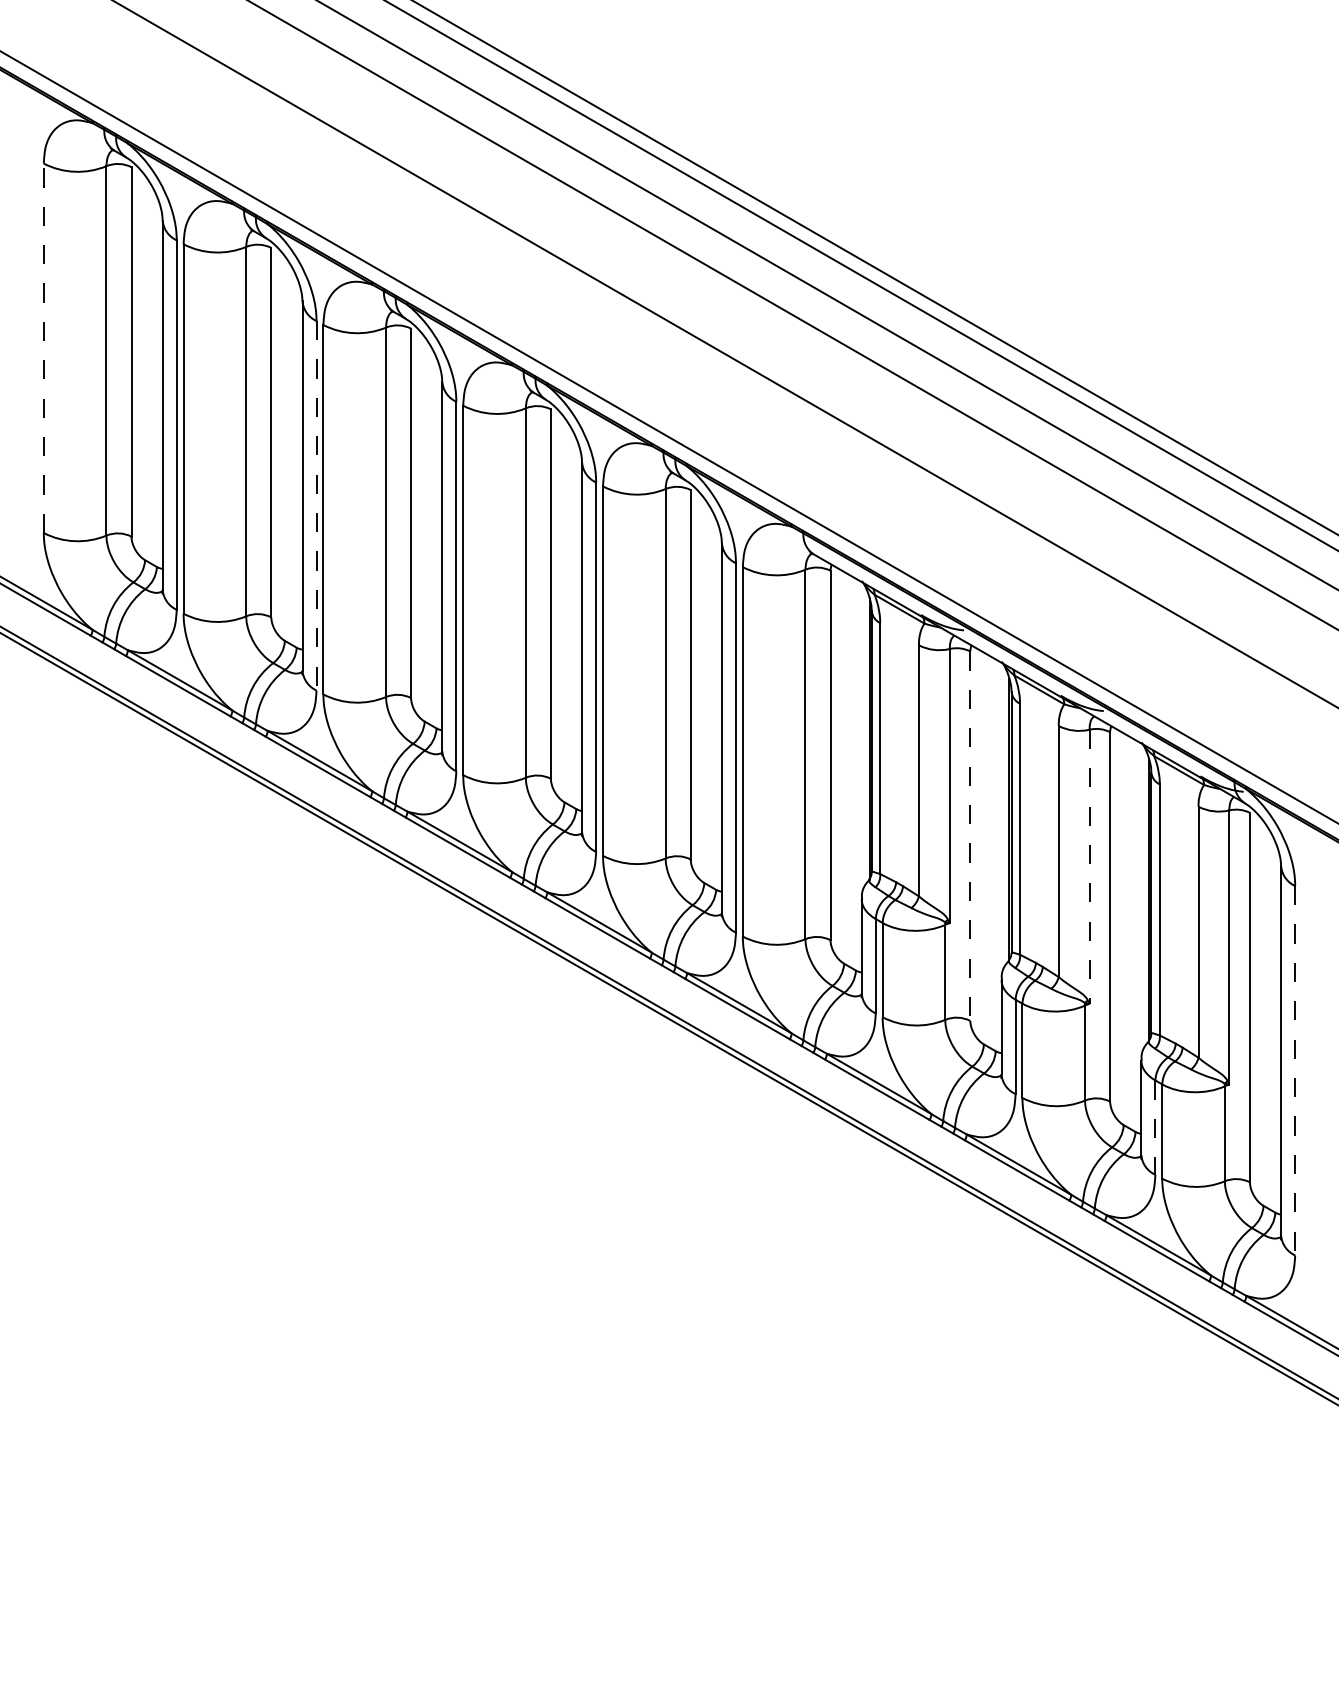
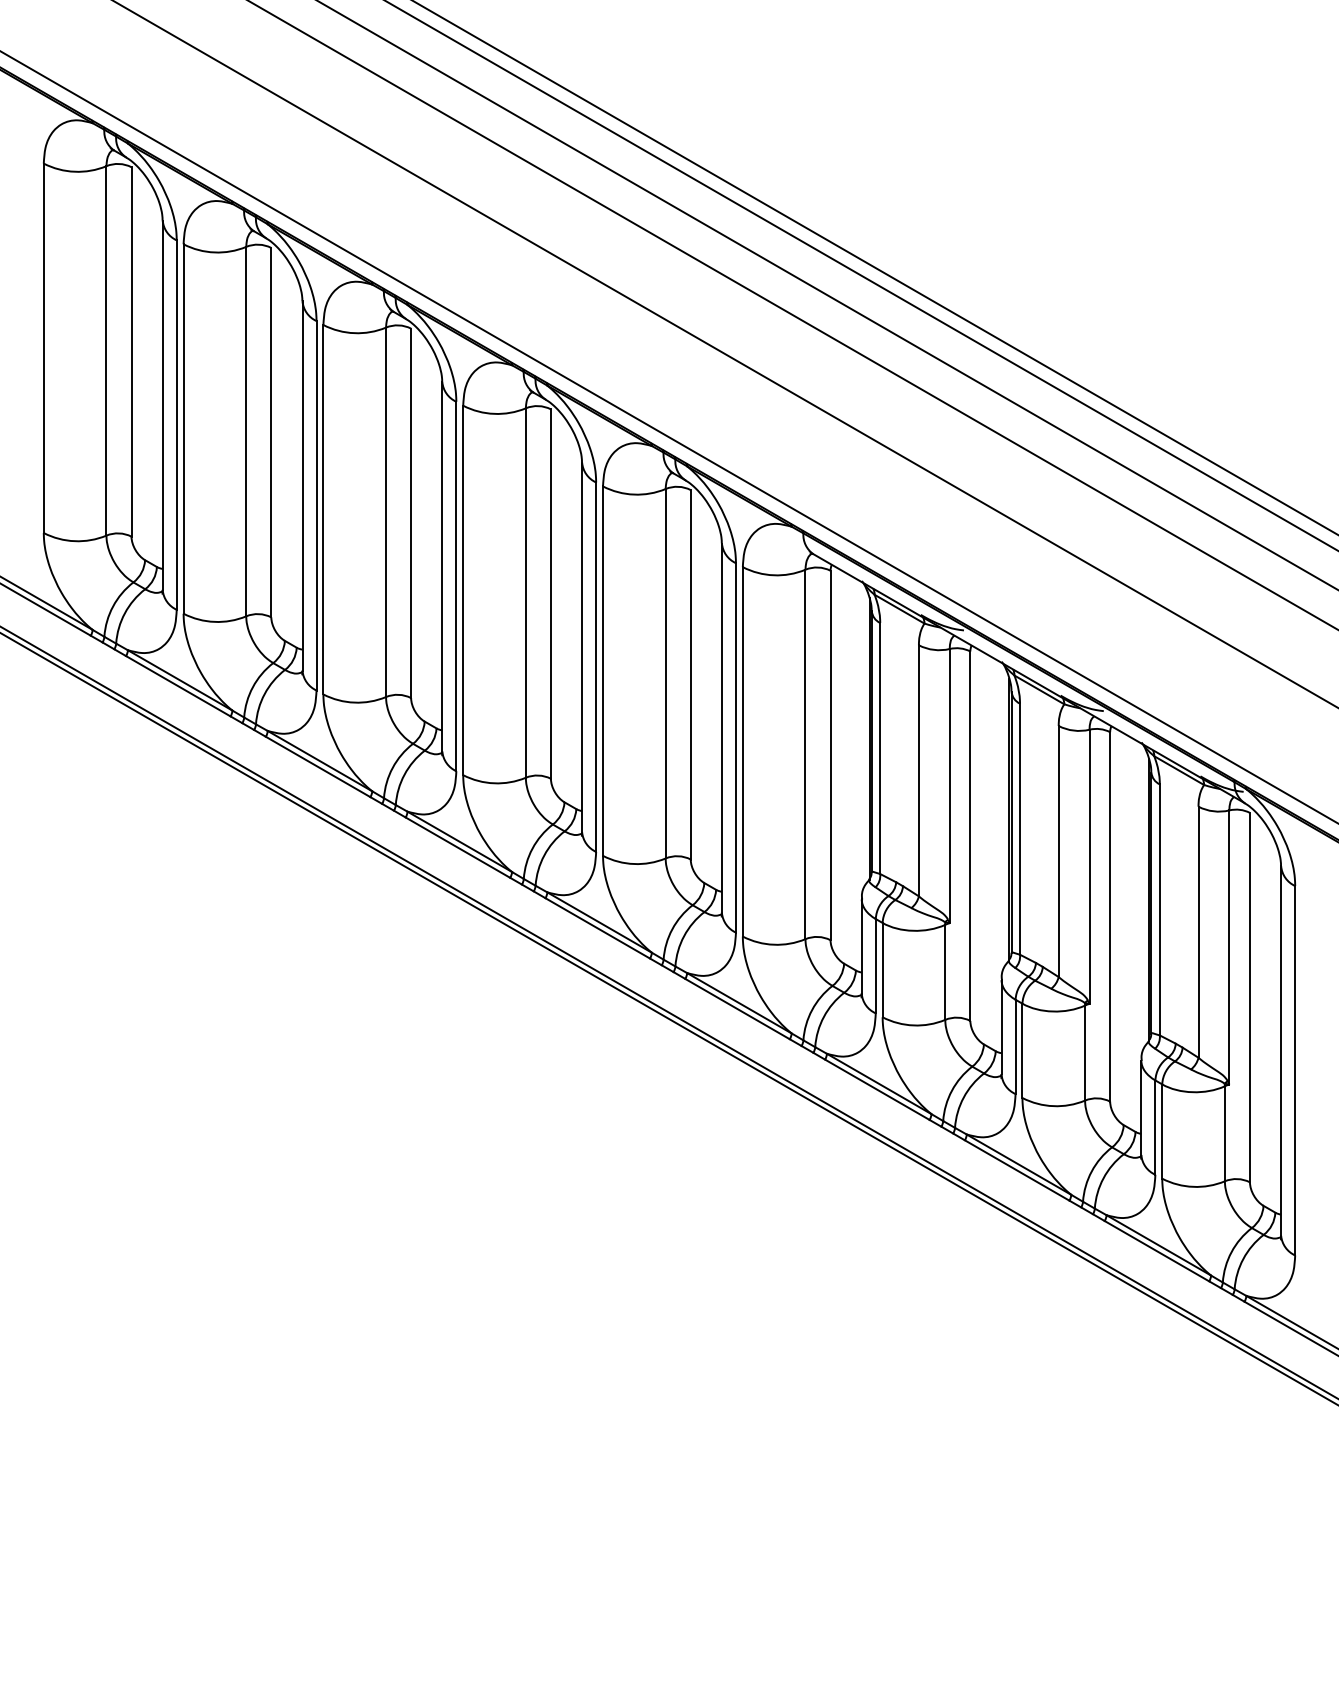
line at (43, 348): dashed -> solid
line at (316, 505): dashed -> solid
line at (970, 836): dashed -> solid
line at (1089, 867): dashed -> solid
line at (1295, 1070): dashed -> solid
line at (1155, 1128): dashed -> solid
